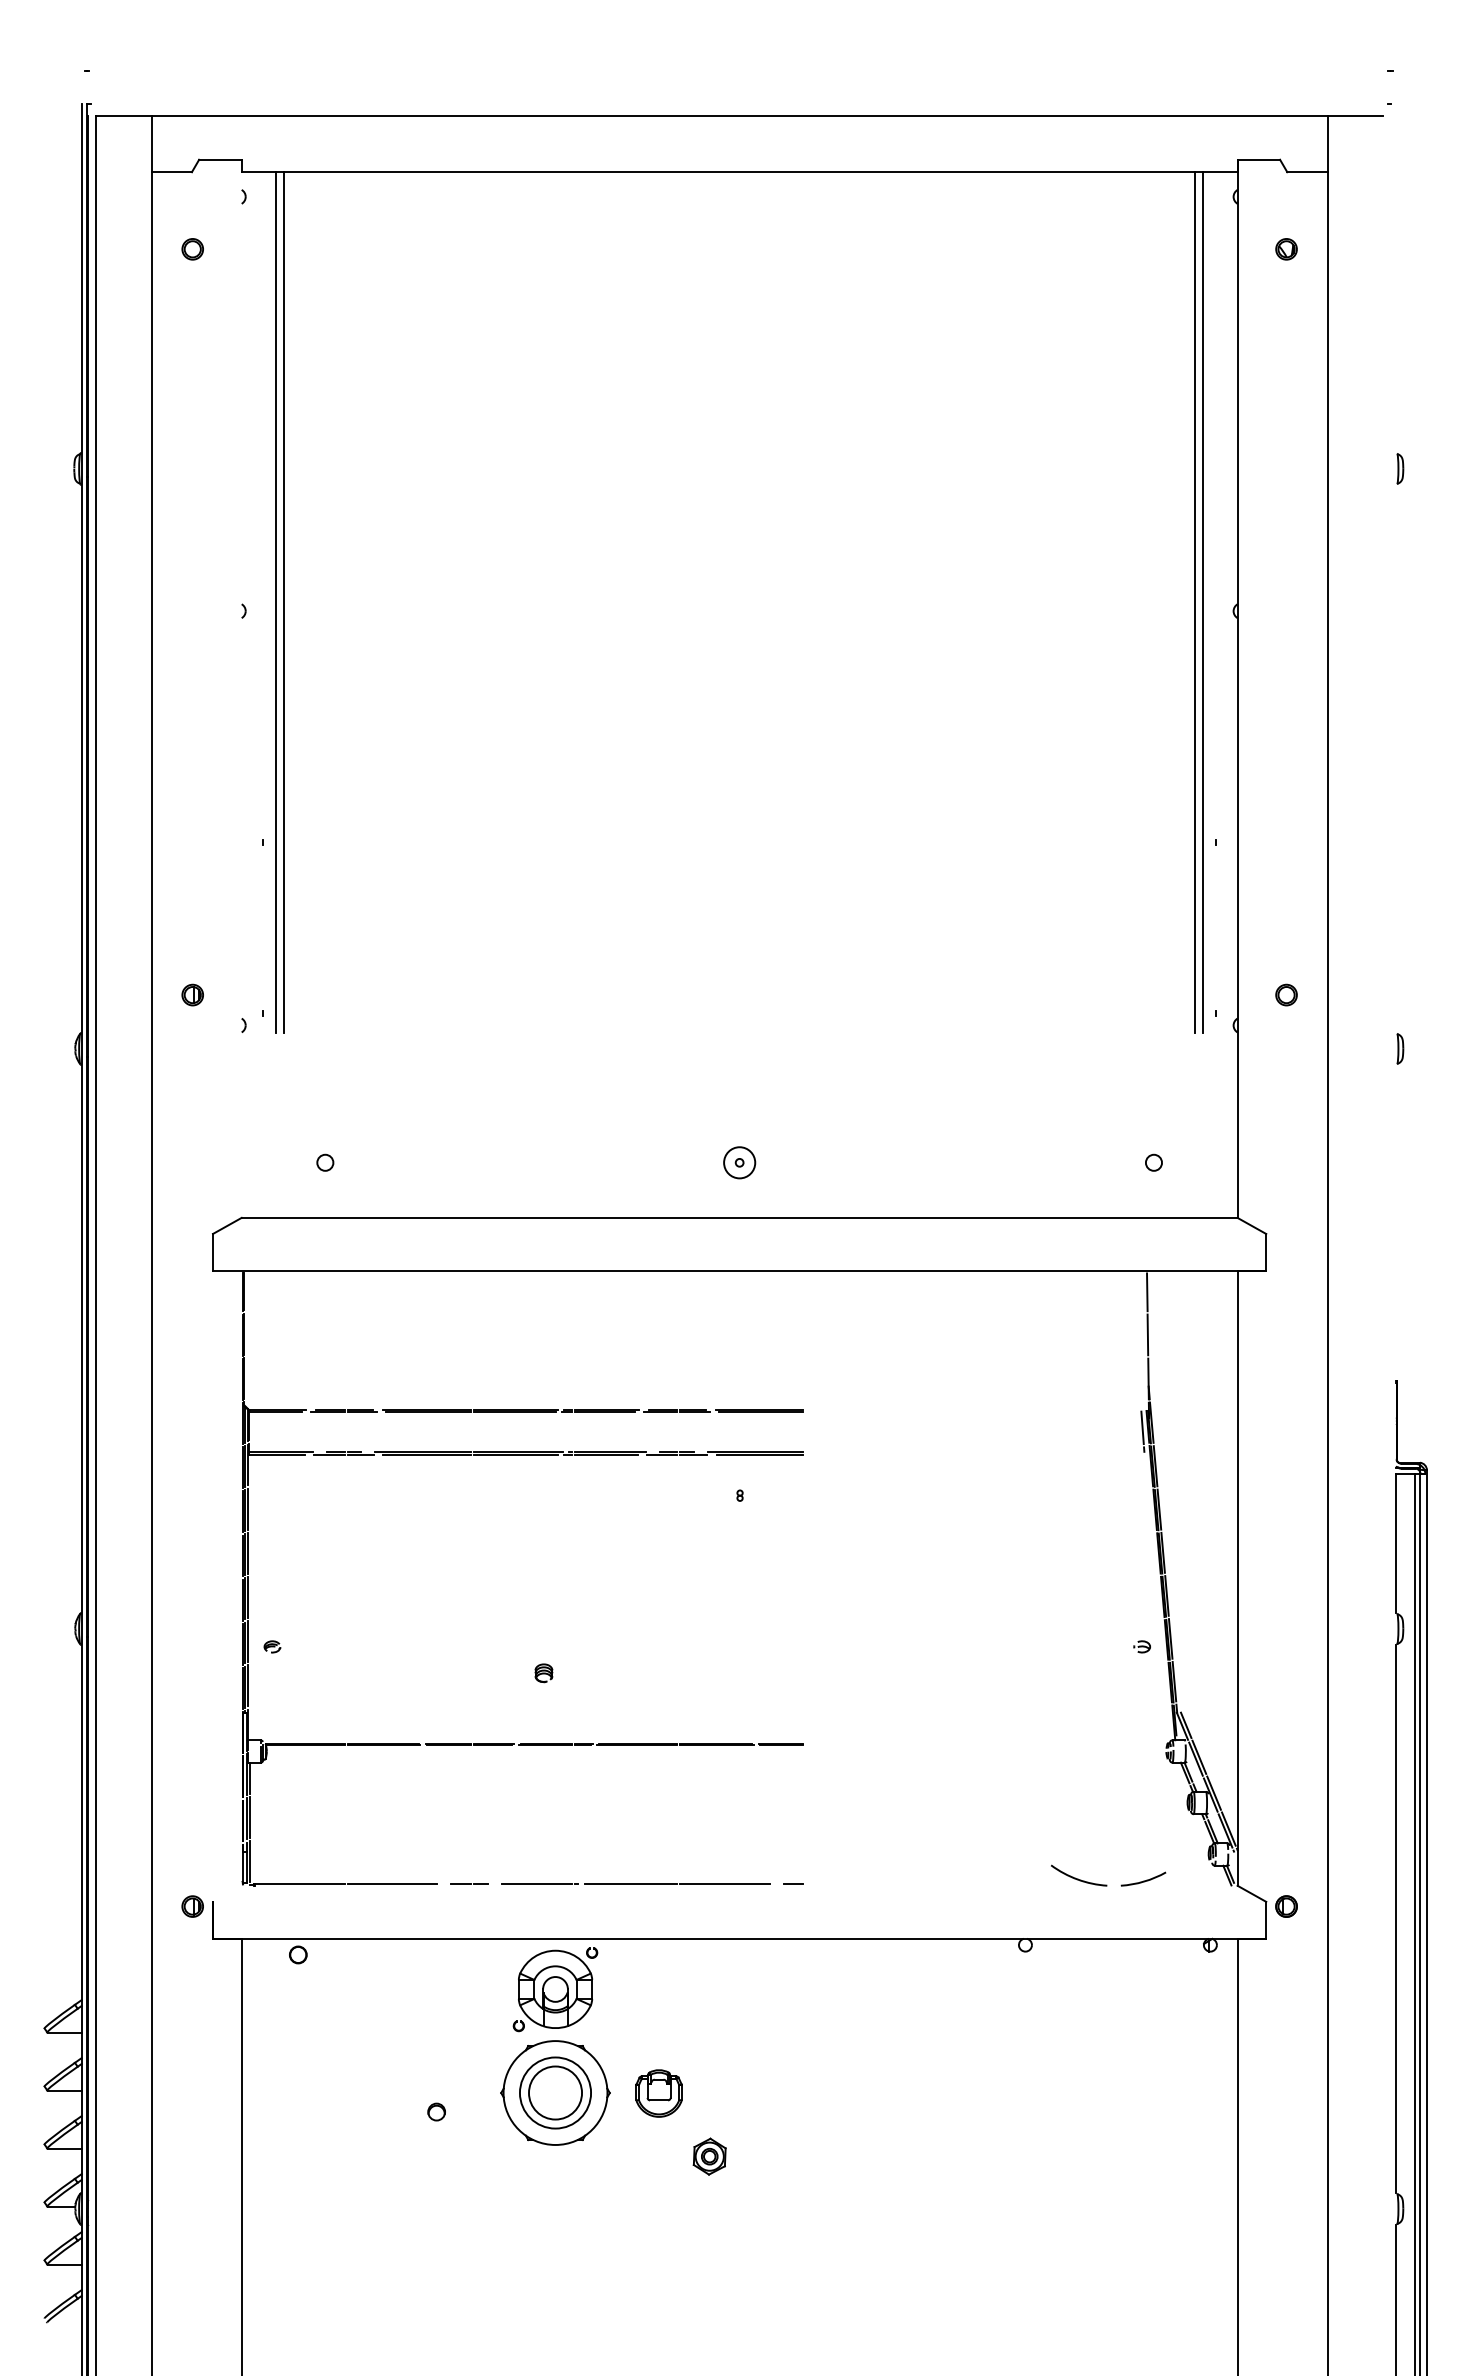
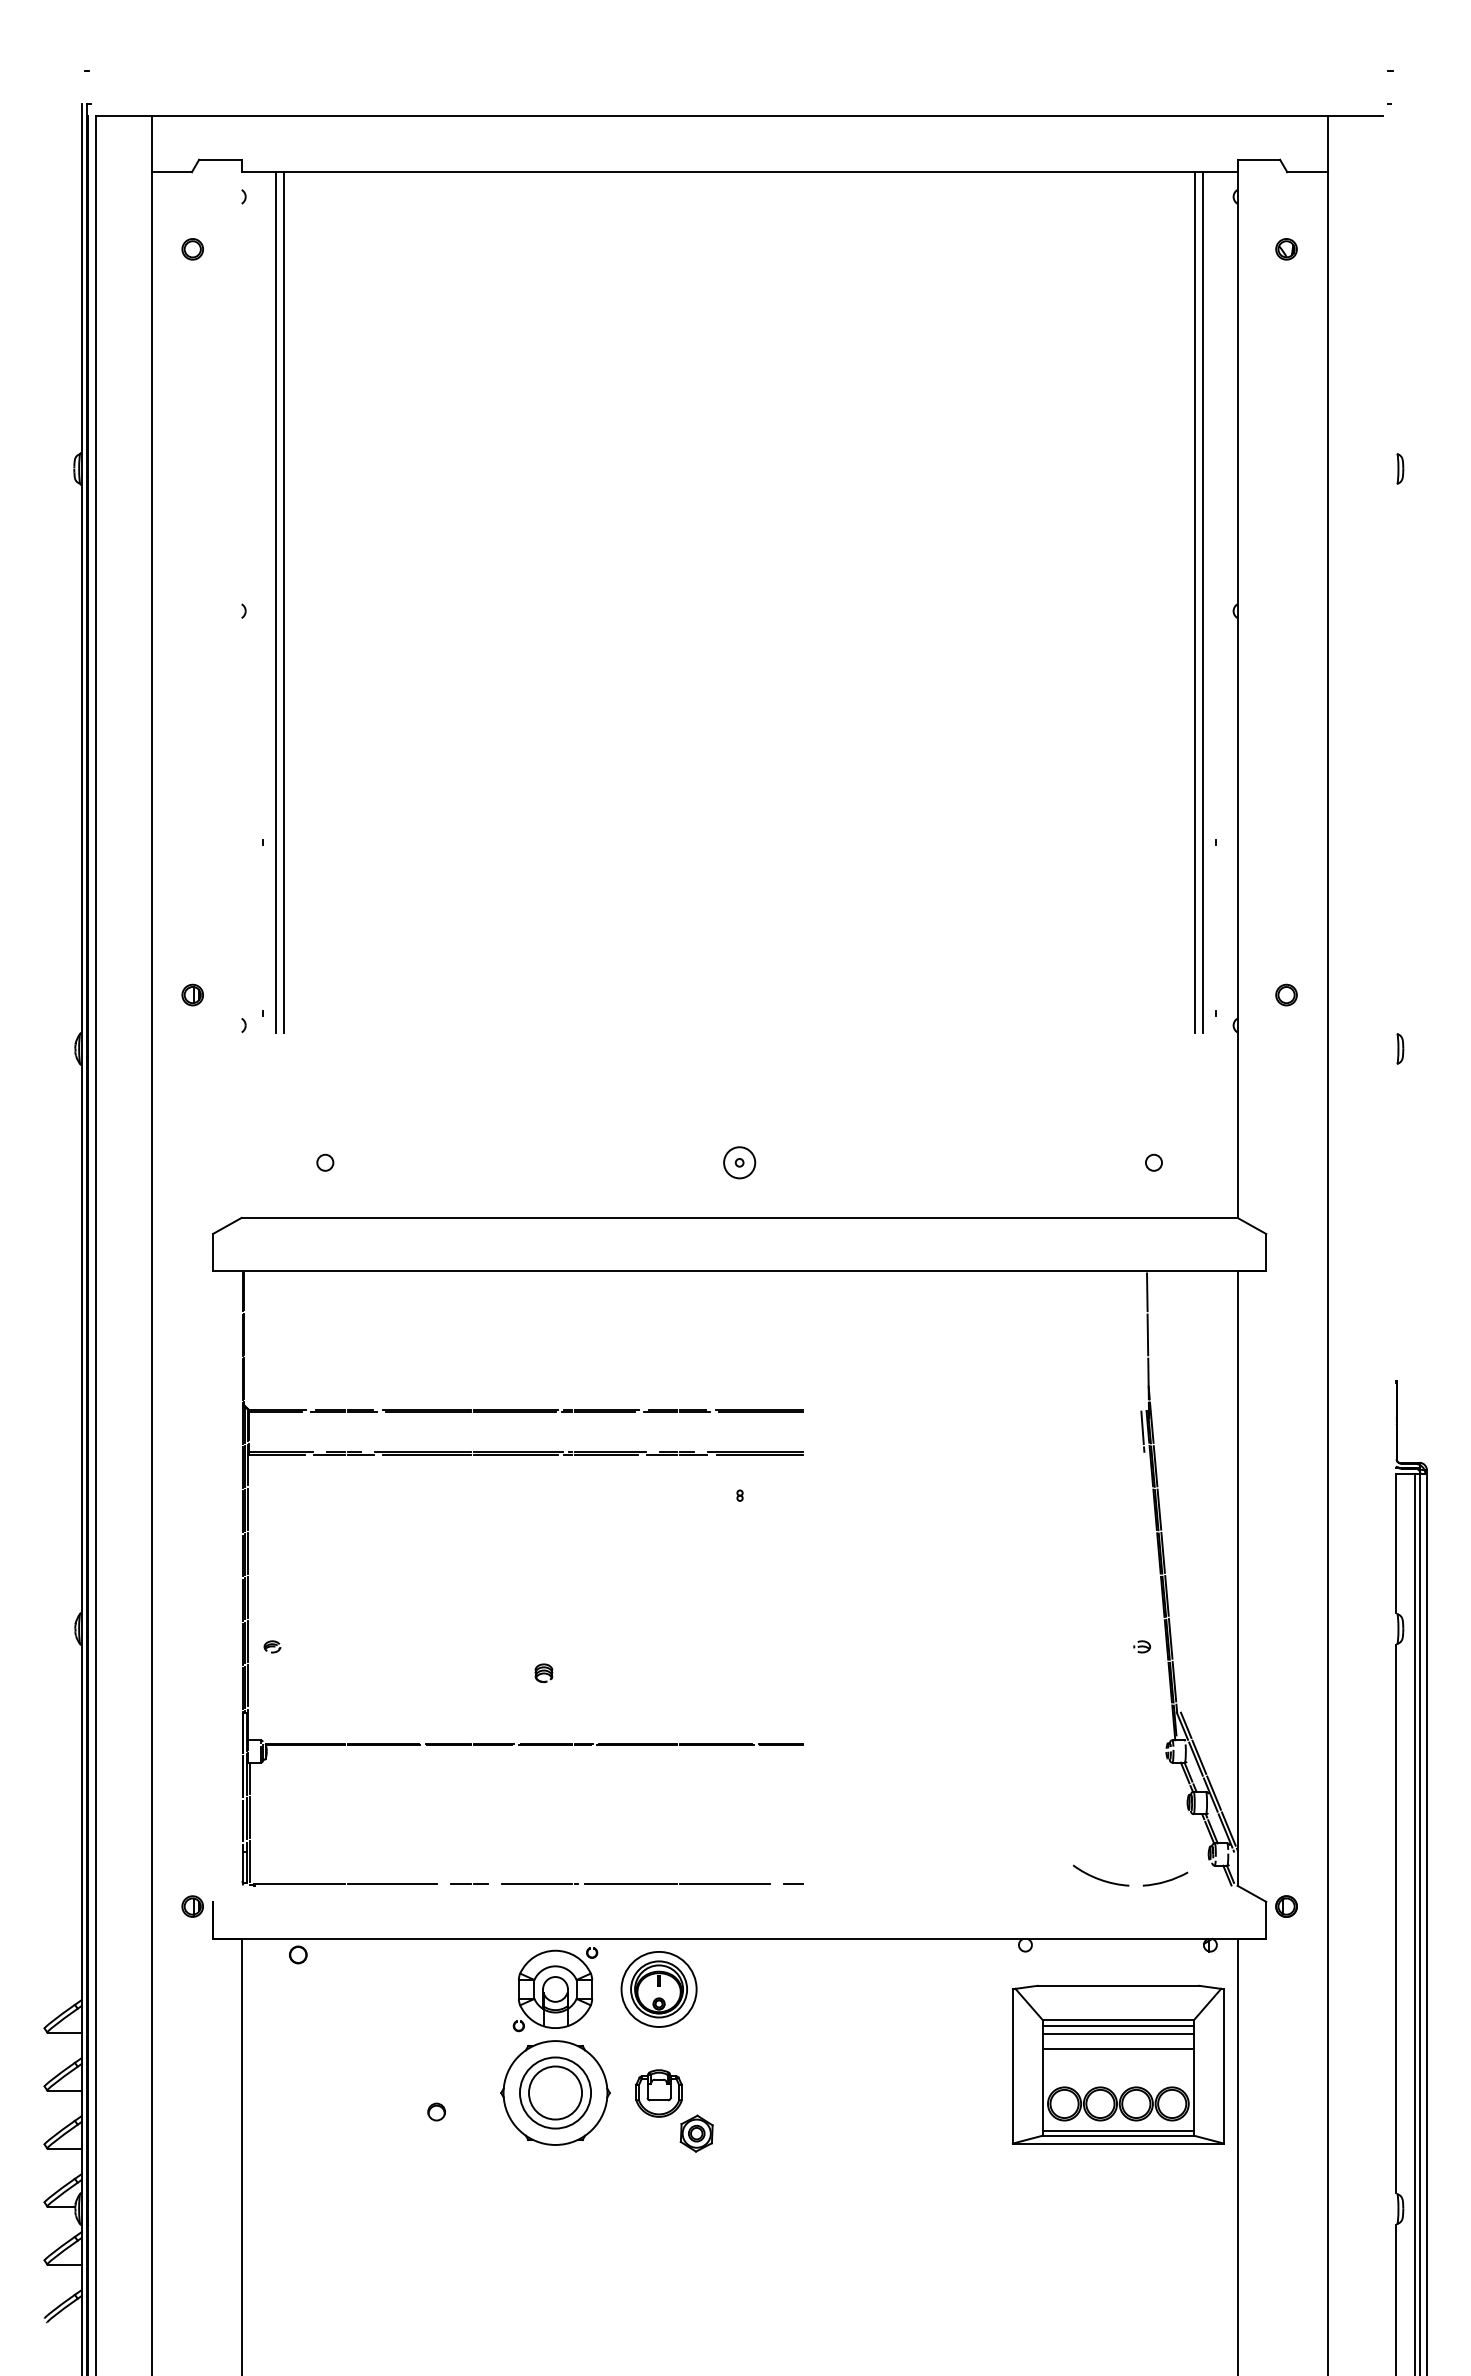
part at (1106, 1884) position: (1106, 1884) -> (1128, 1884)
part at (658, 1989): none -> present
part at (1117, 2064): none -> present
part at (709, 2156) position: (709, 2156) -> (696, 2133)
